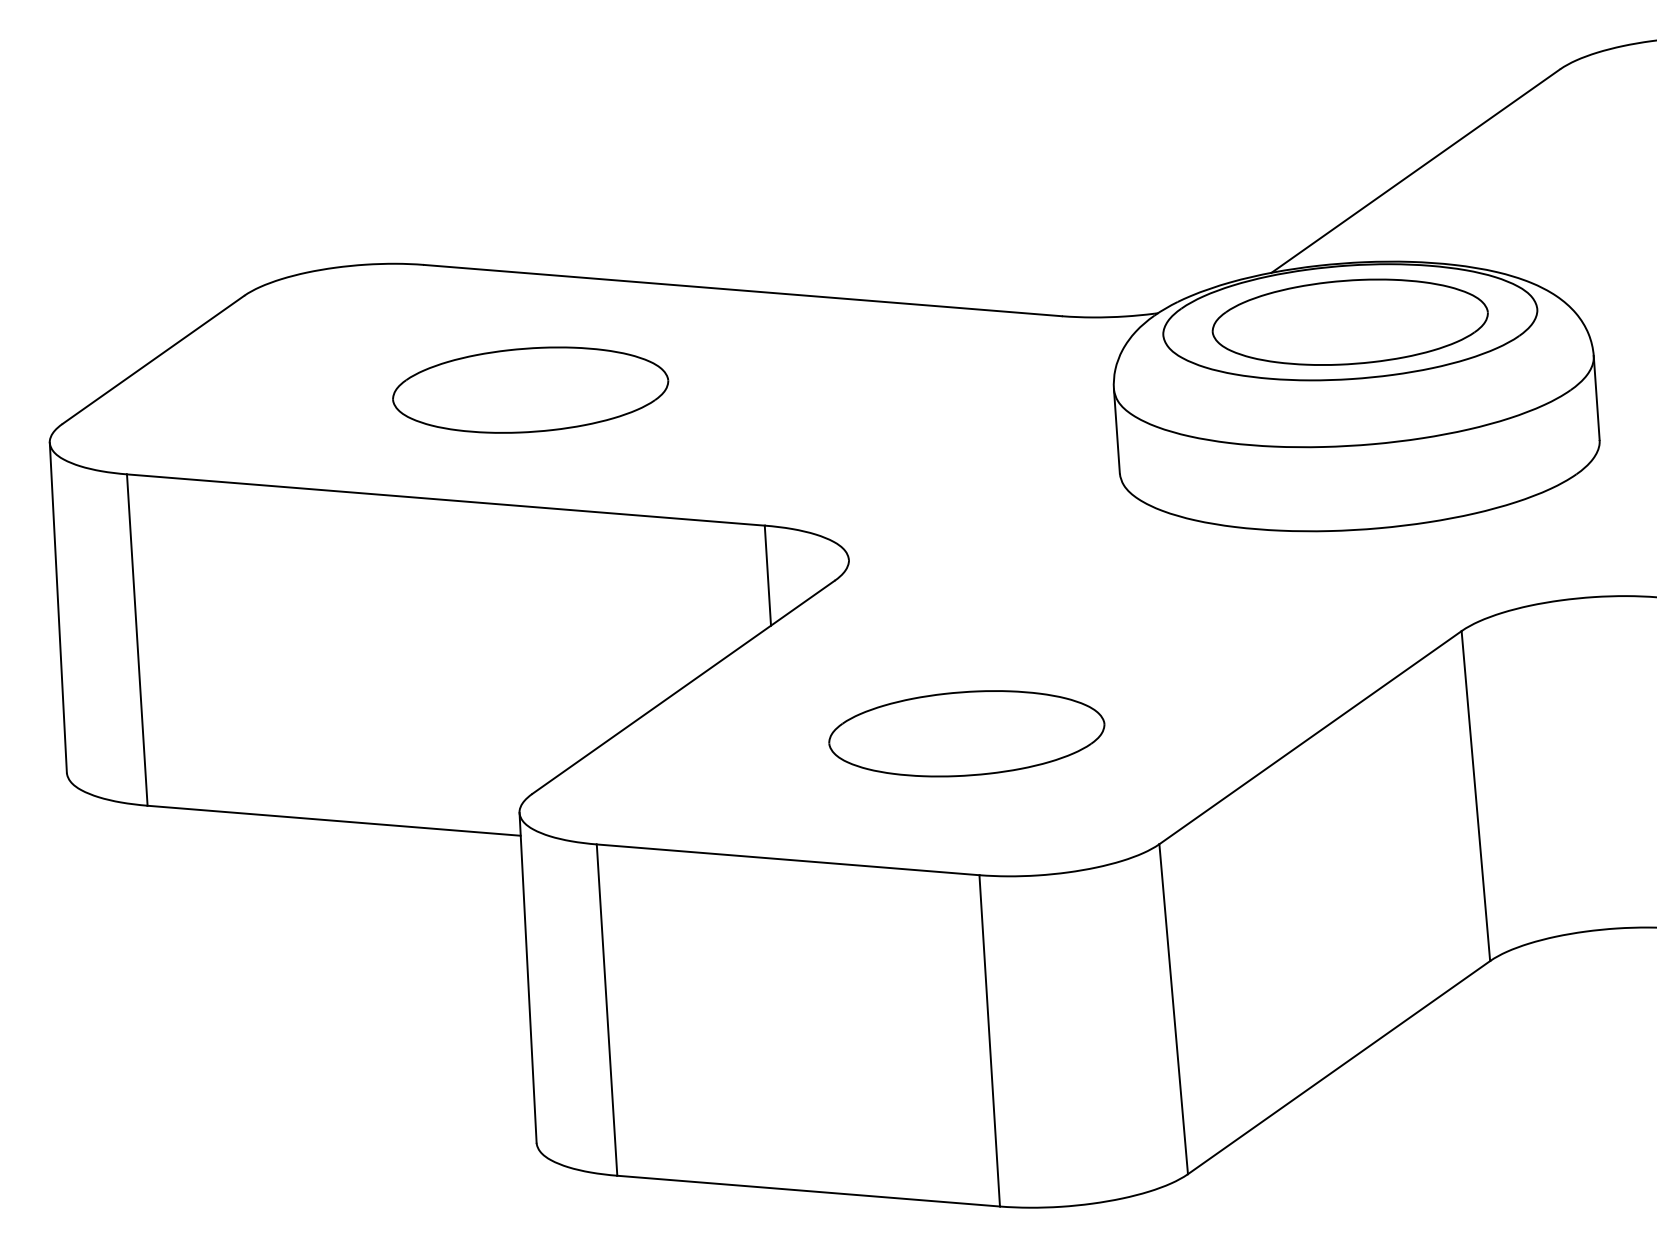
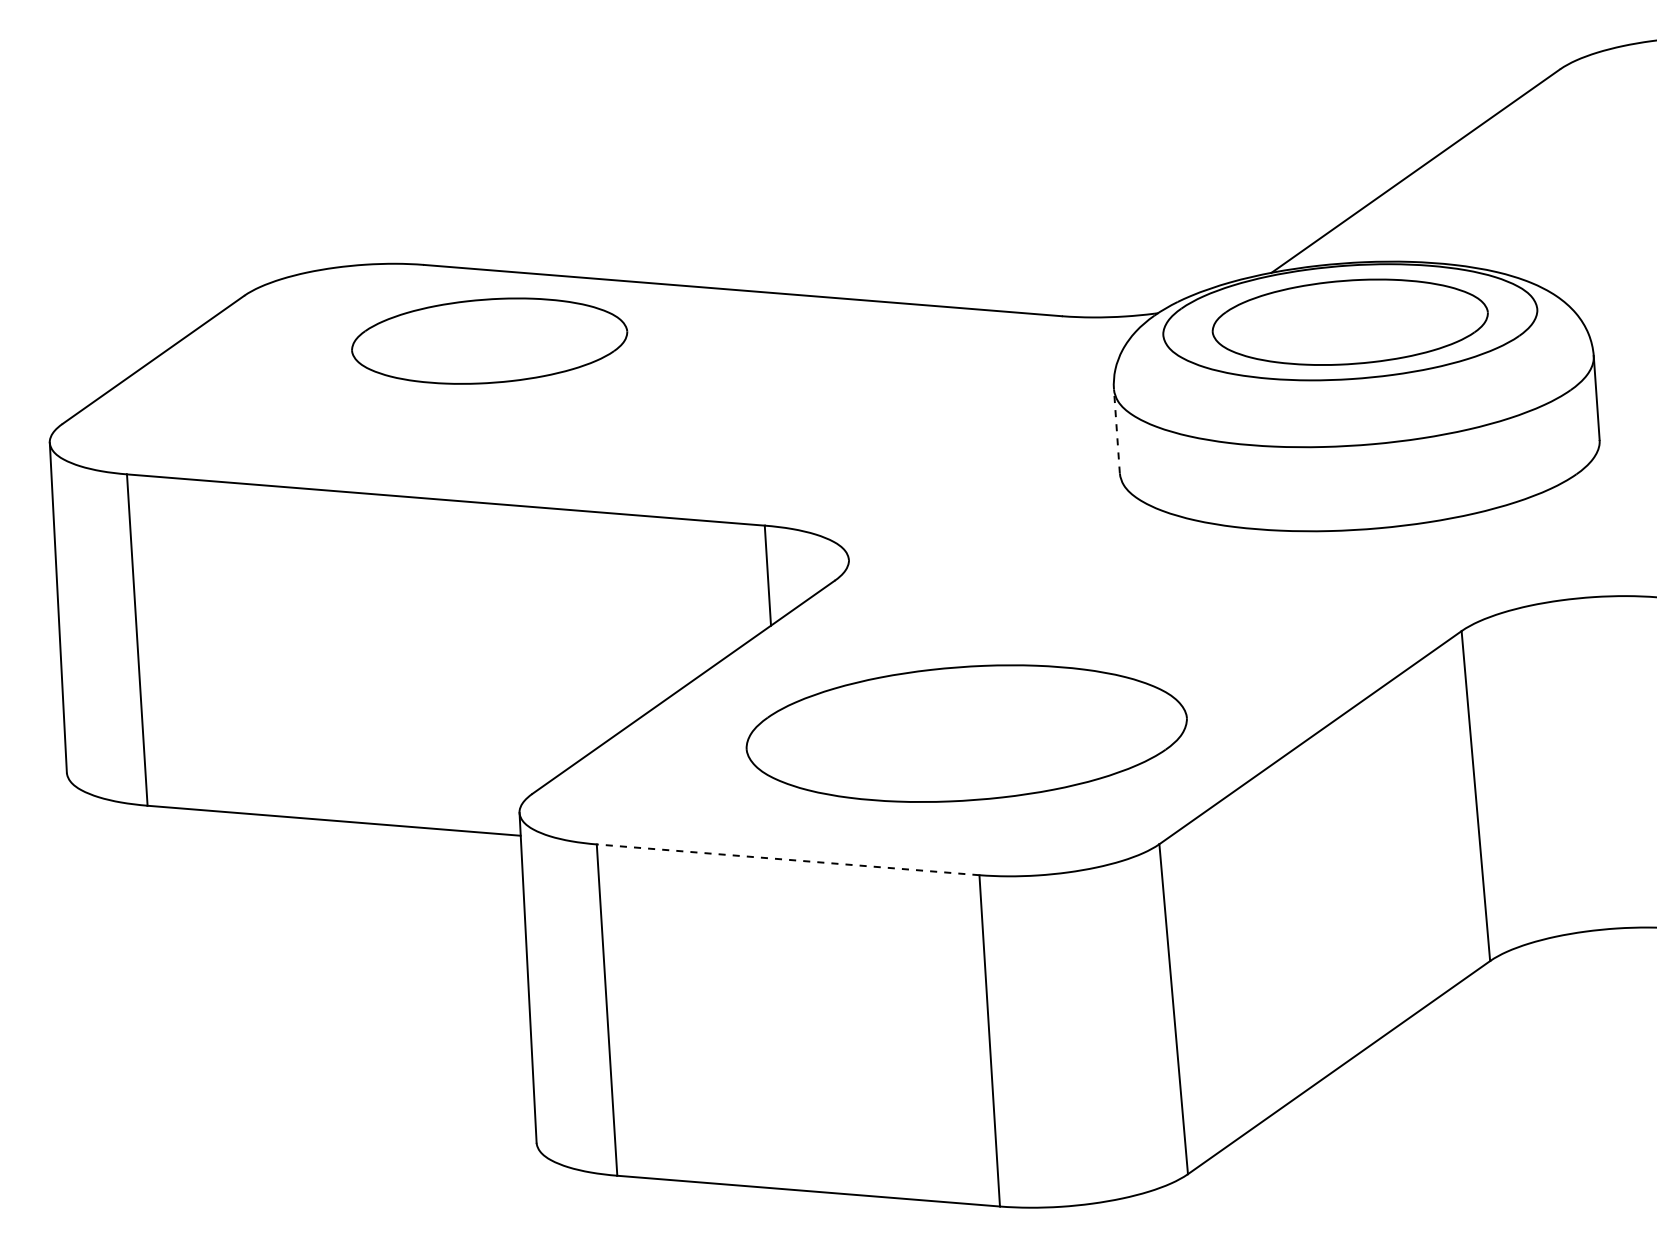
part at (530, 389) position: (530, 389) -> (489, 340)
line at (1116, 431): solid -> dashed
part at (966, 733) size: 278x88 px -> 443x139 px
line at (788, 859): solid -> dashed
